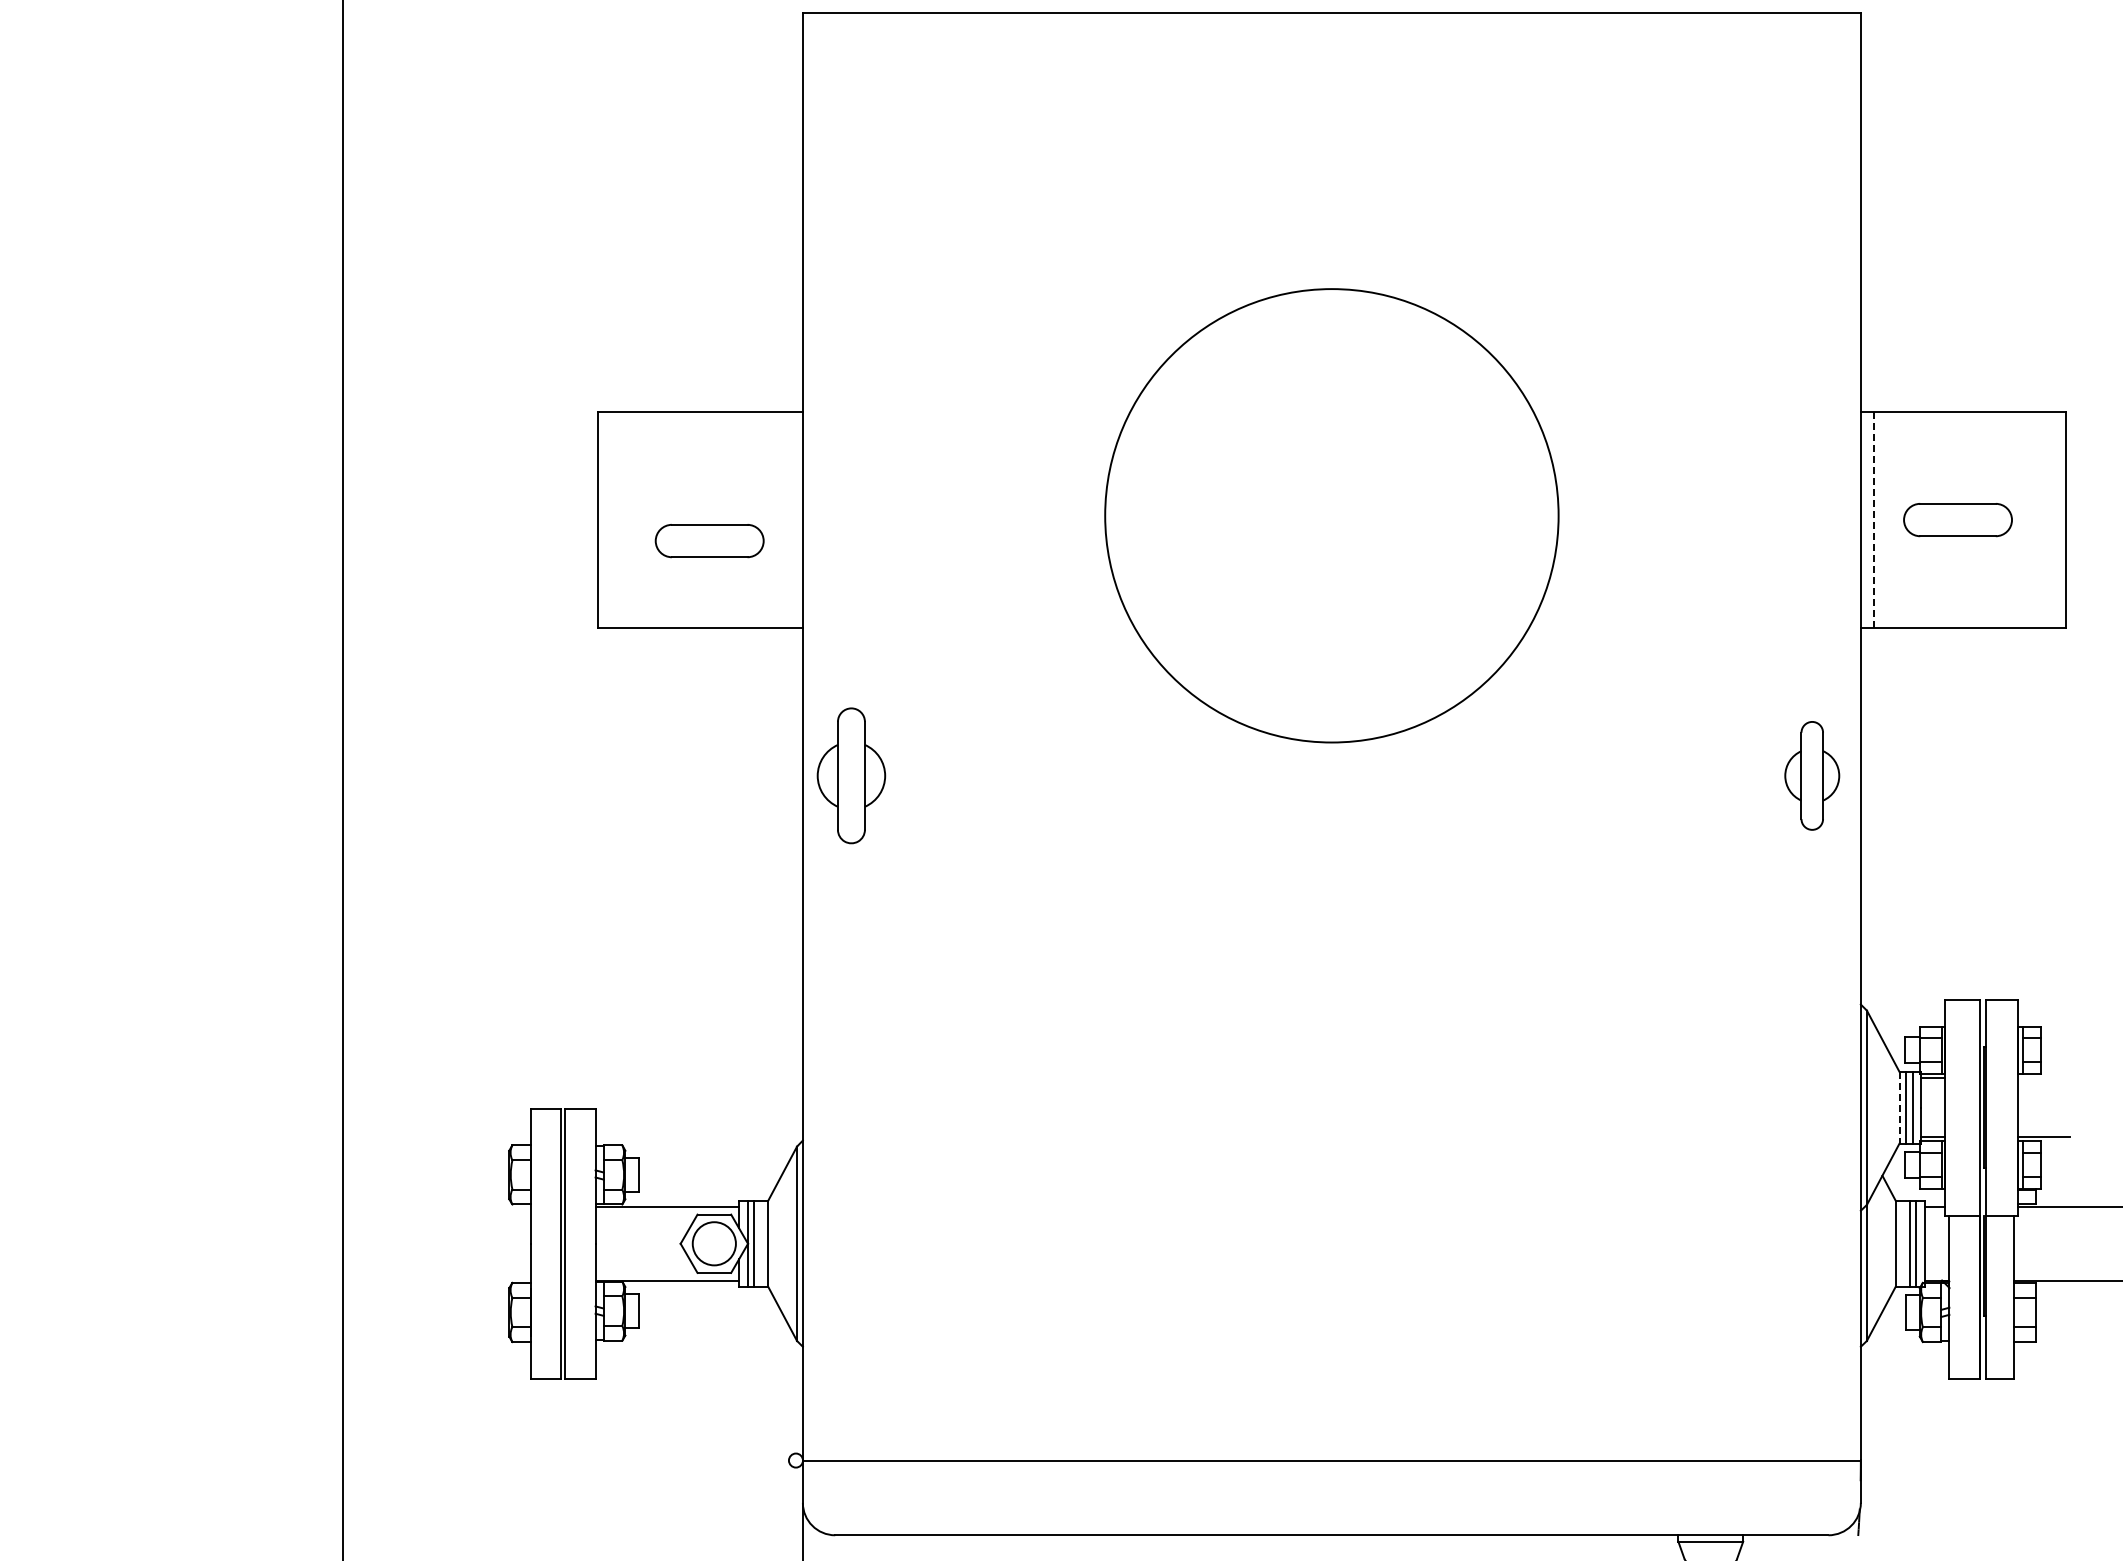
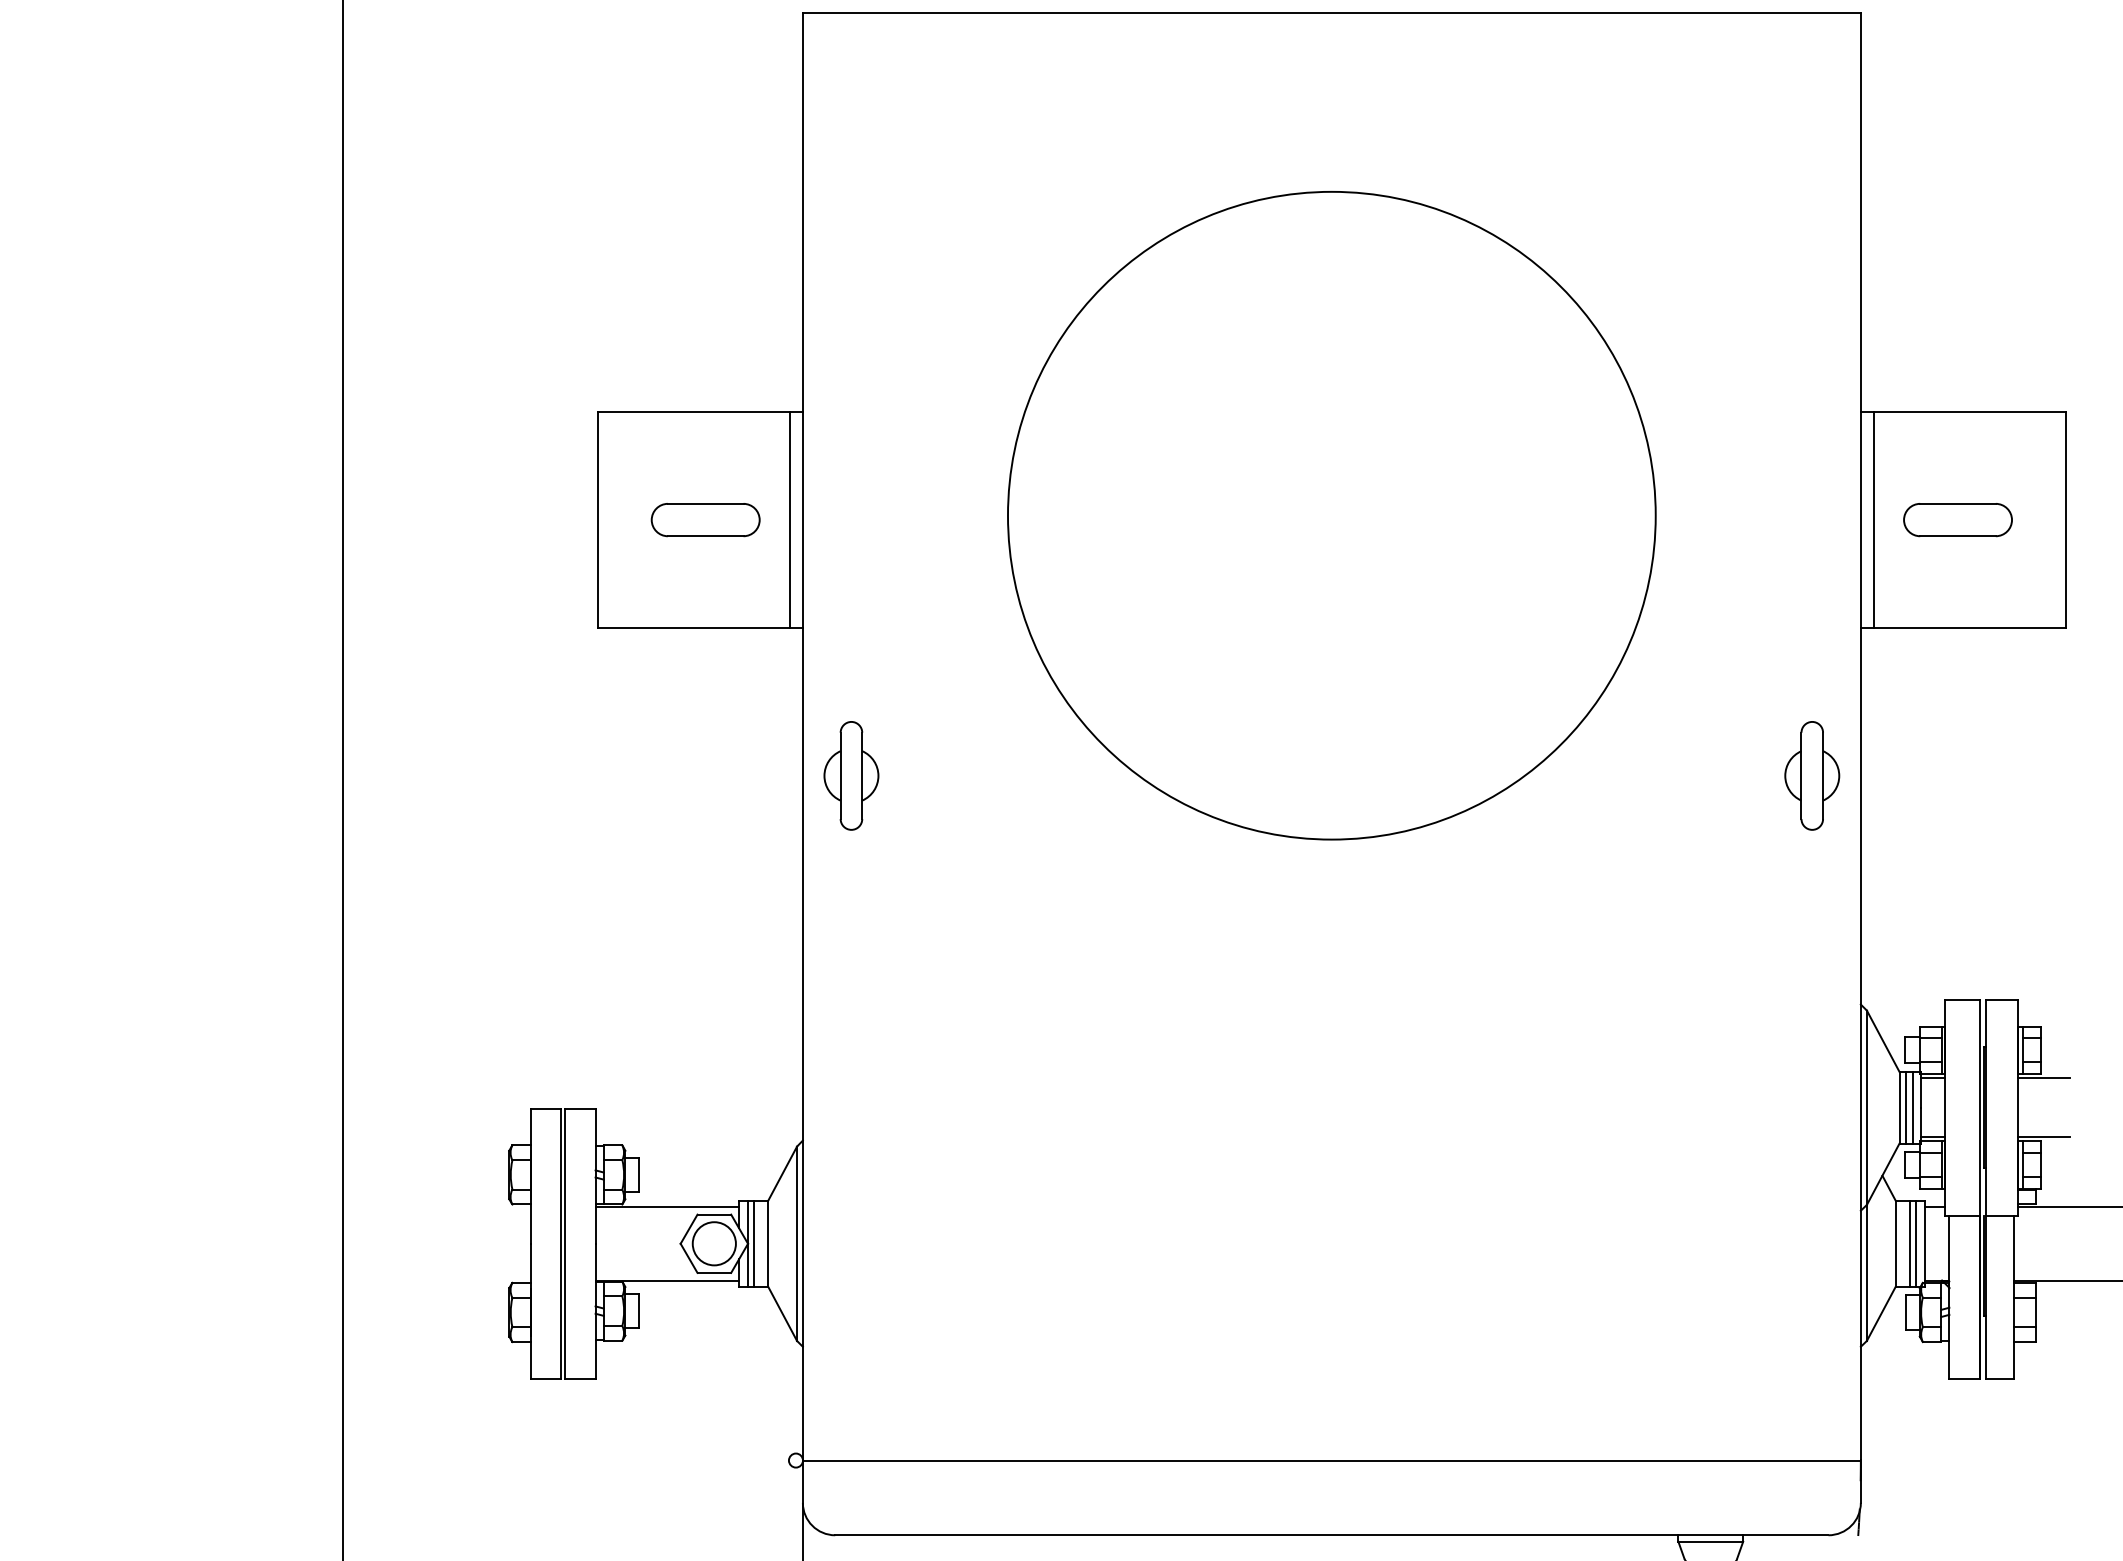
circle at (1331, 515) size: 456x456 px -> 650x650 px
line at (789, 520): none -> present
line at (1873, 520): dashed -> solid
part at (709, 541) position: (709, 541) -> (705, 520)
part at (851, 775) size: 71x138 px -> 57x110 px
line at (2044, 1078): none -> present
line at (1899, 1107): dashed -> solid
